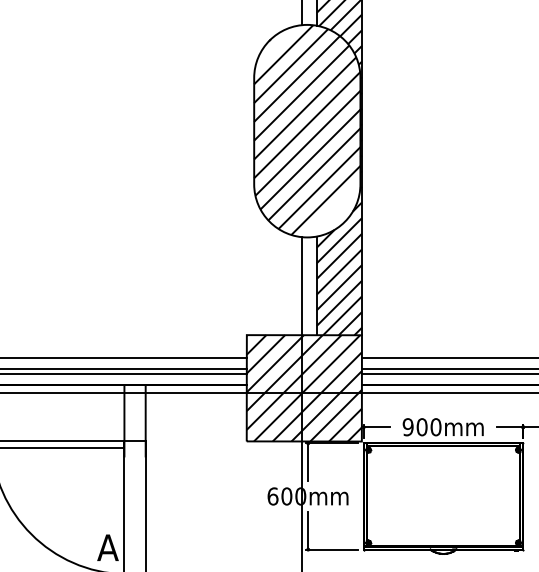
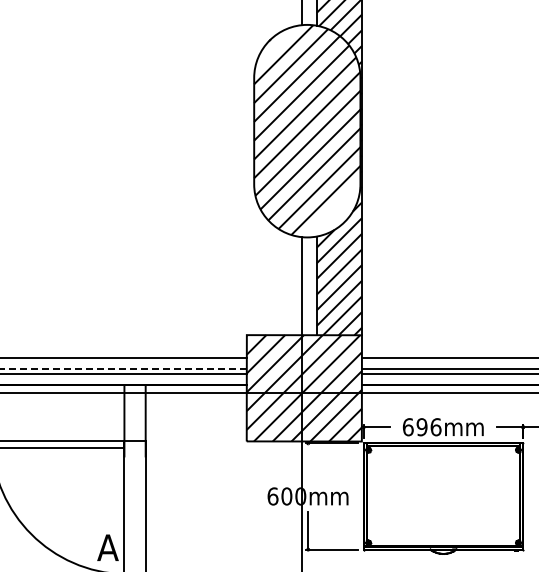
line at (122, 369): solid -> dashed
text at (421, 427): 900mm -> 696mm
line at (308, 462): present -> none
